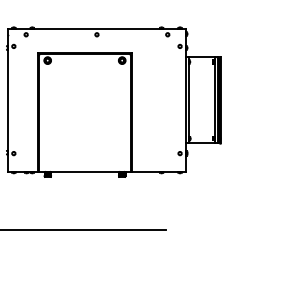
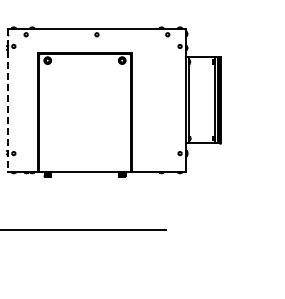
line at (7, 100): solid -> dashed
